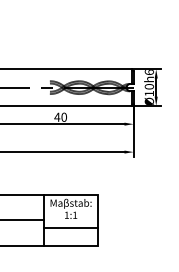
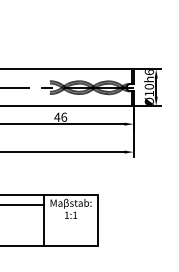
text at (64, 116): 40 -> 46
line at (22, 220) position: (22, 220) -> (22, 205)
line at (70, 227): present -> none
